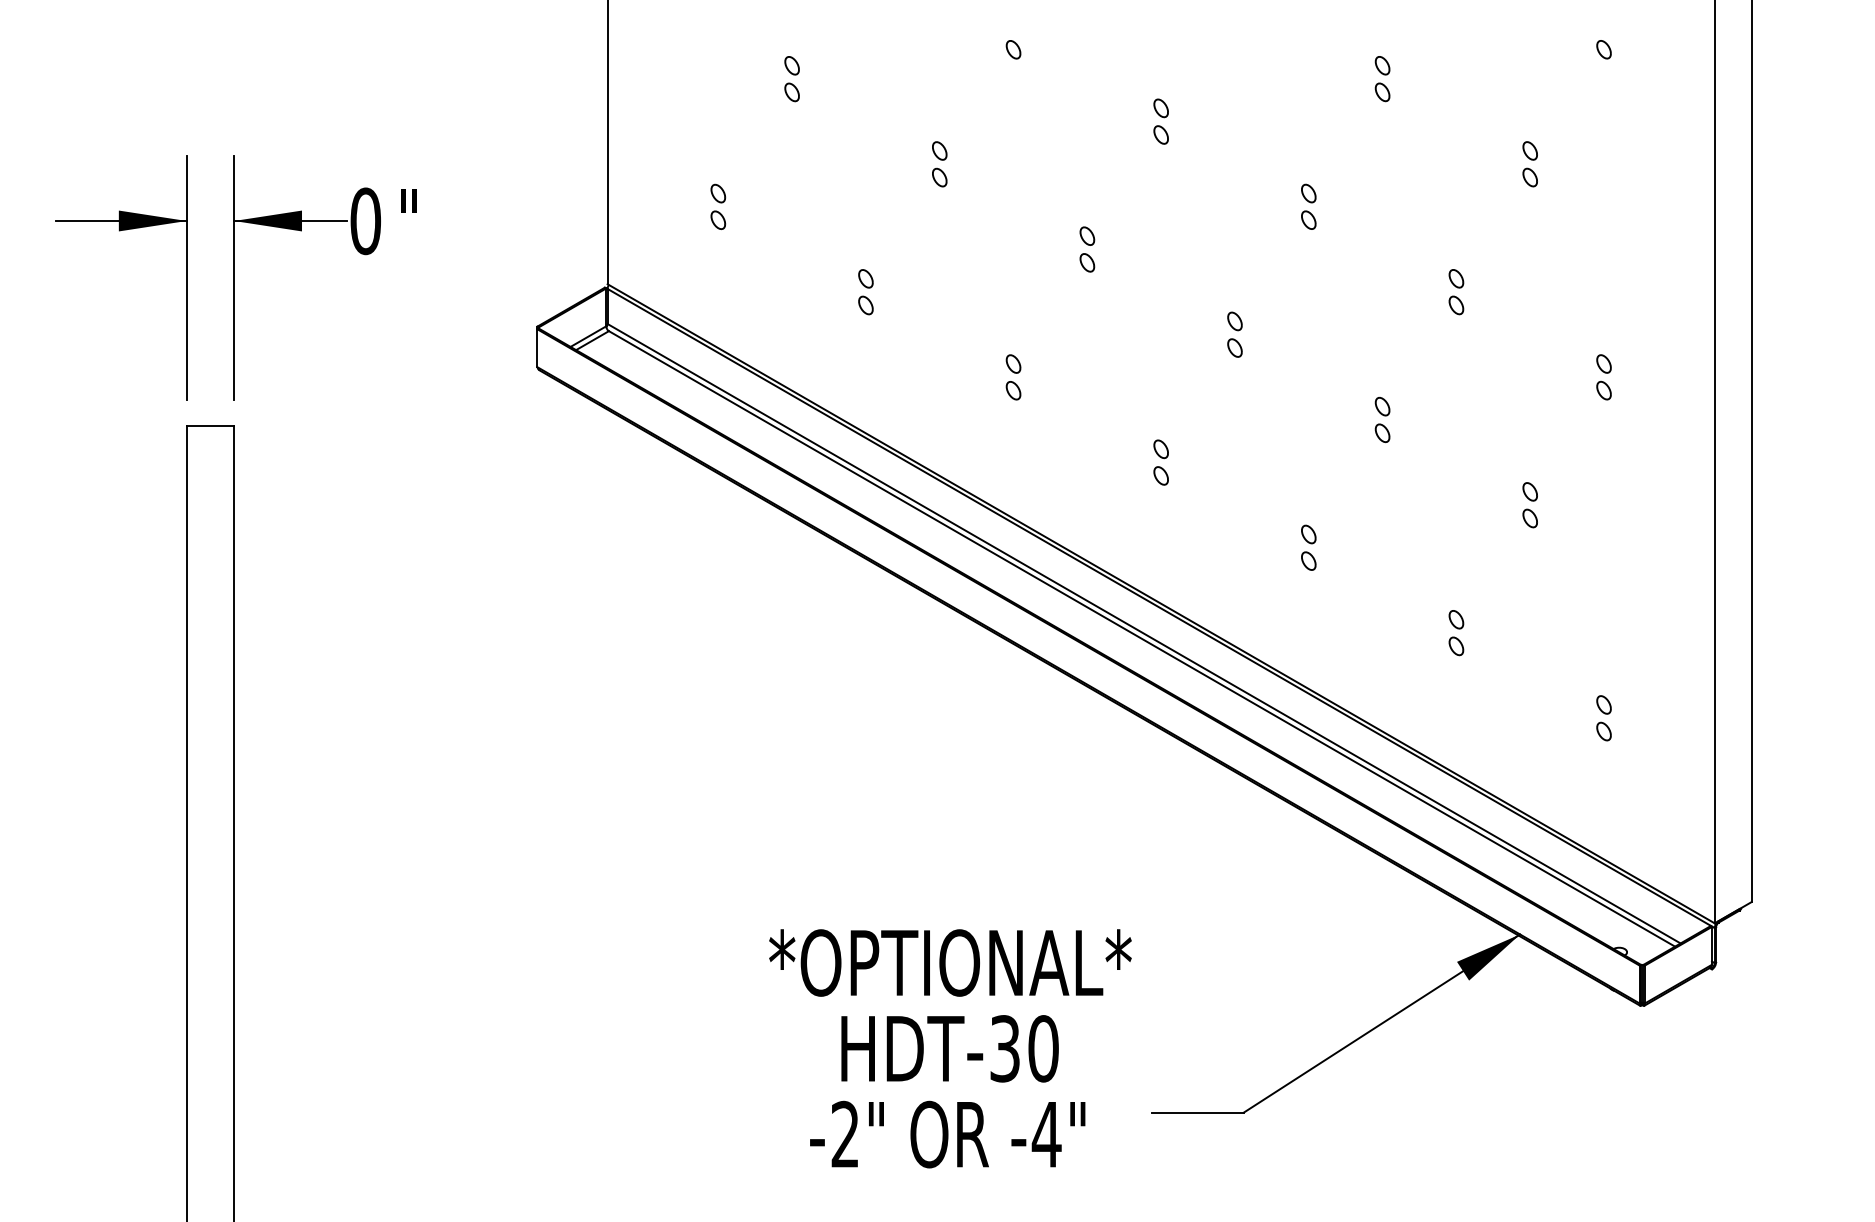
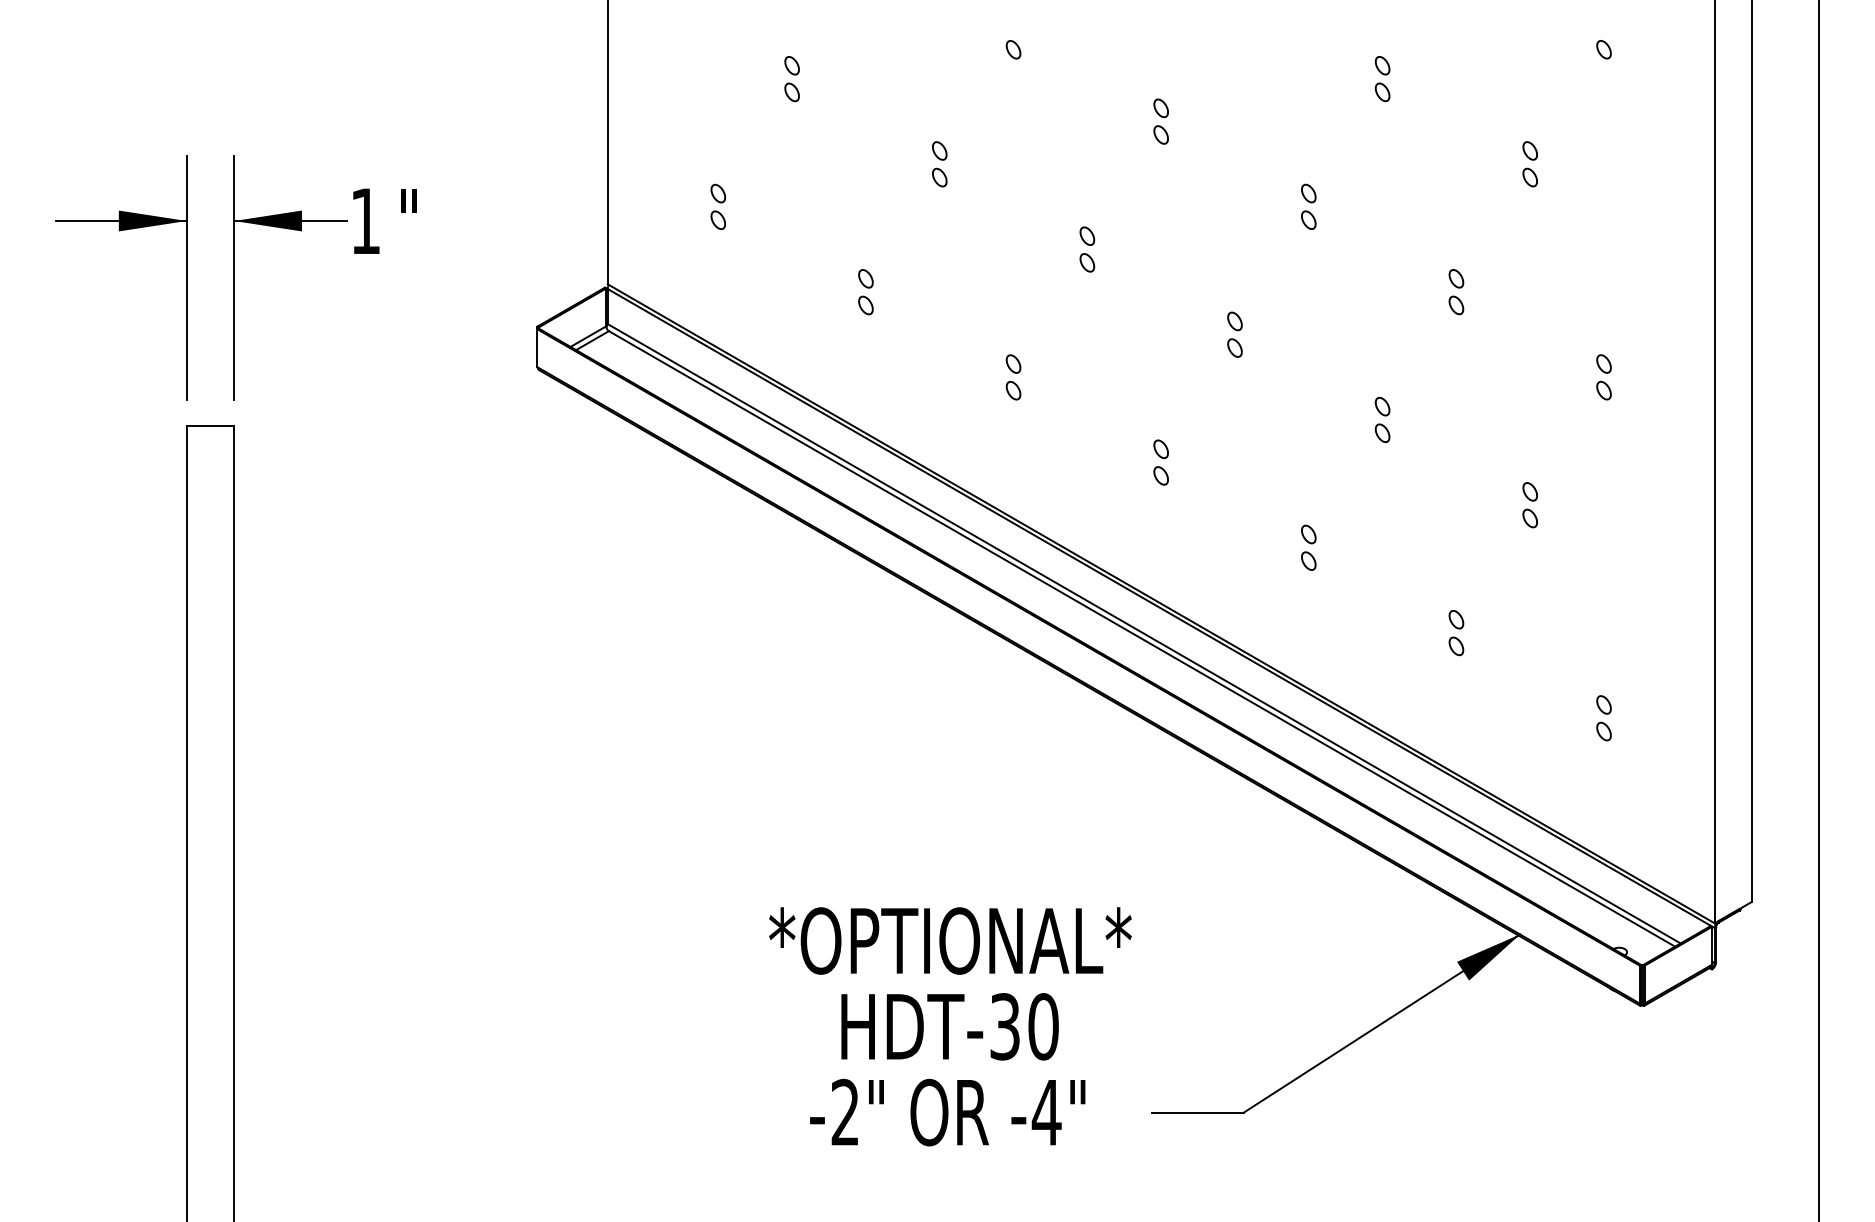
text at (365, 221): 0 -> 1
line at (1818, 610): none -> present
text at (950, 1048) position: (950, 1048) -> (950, 1026)
